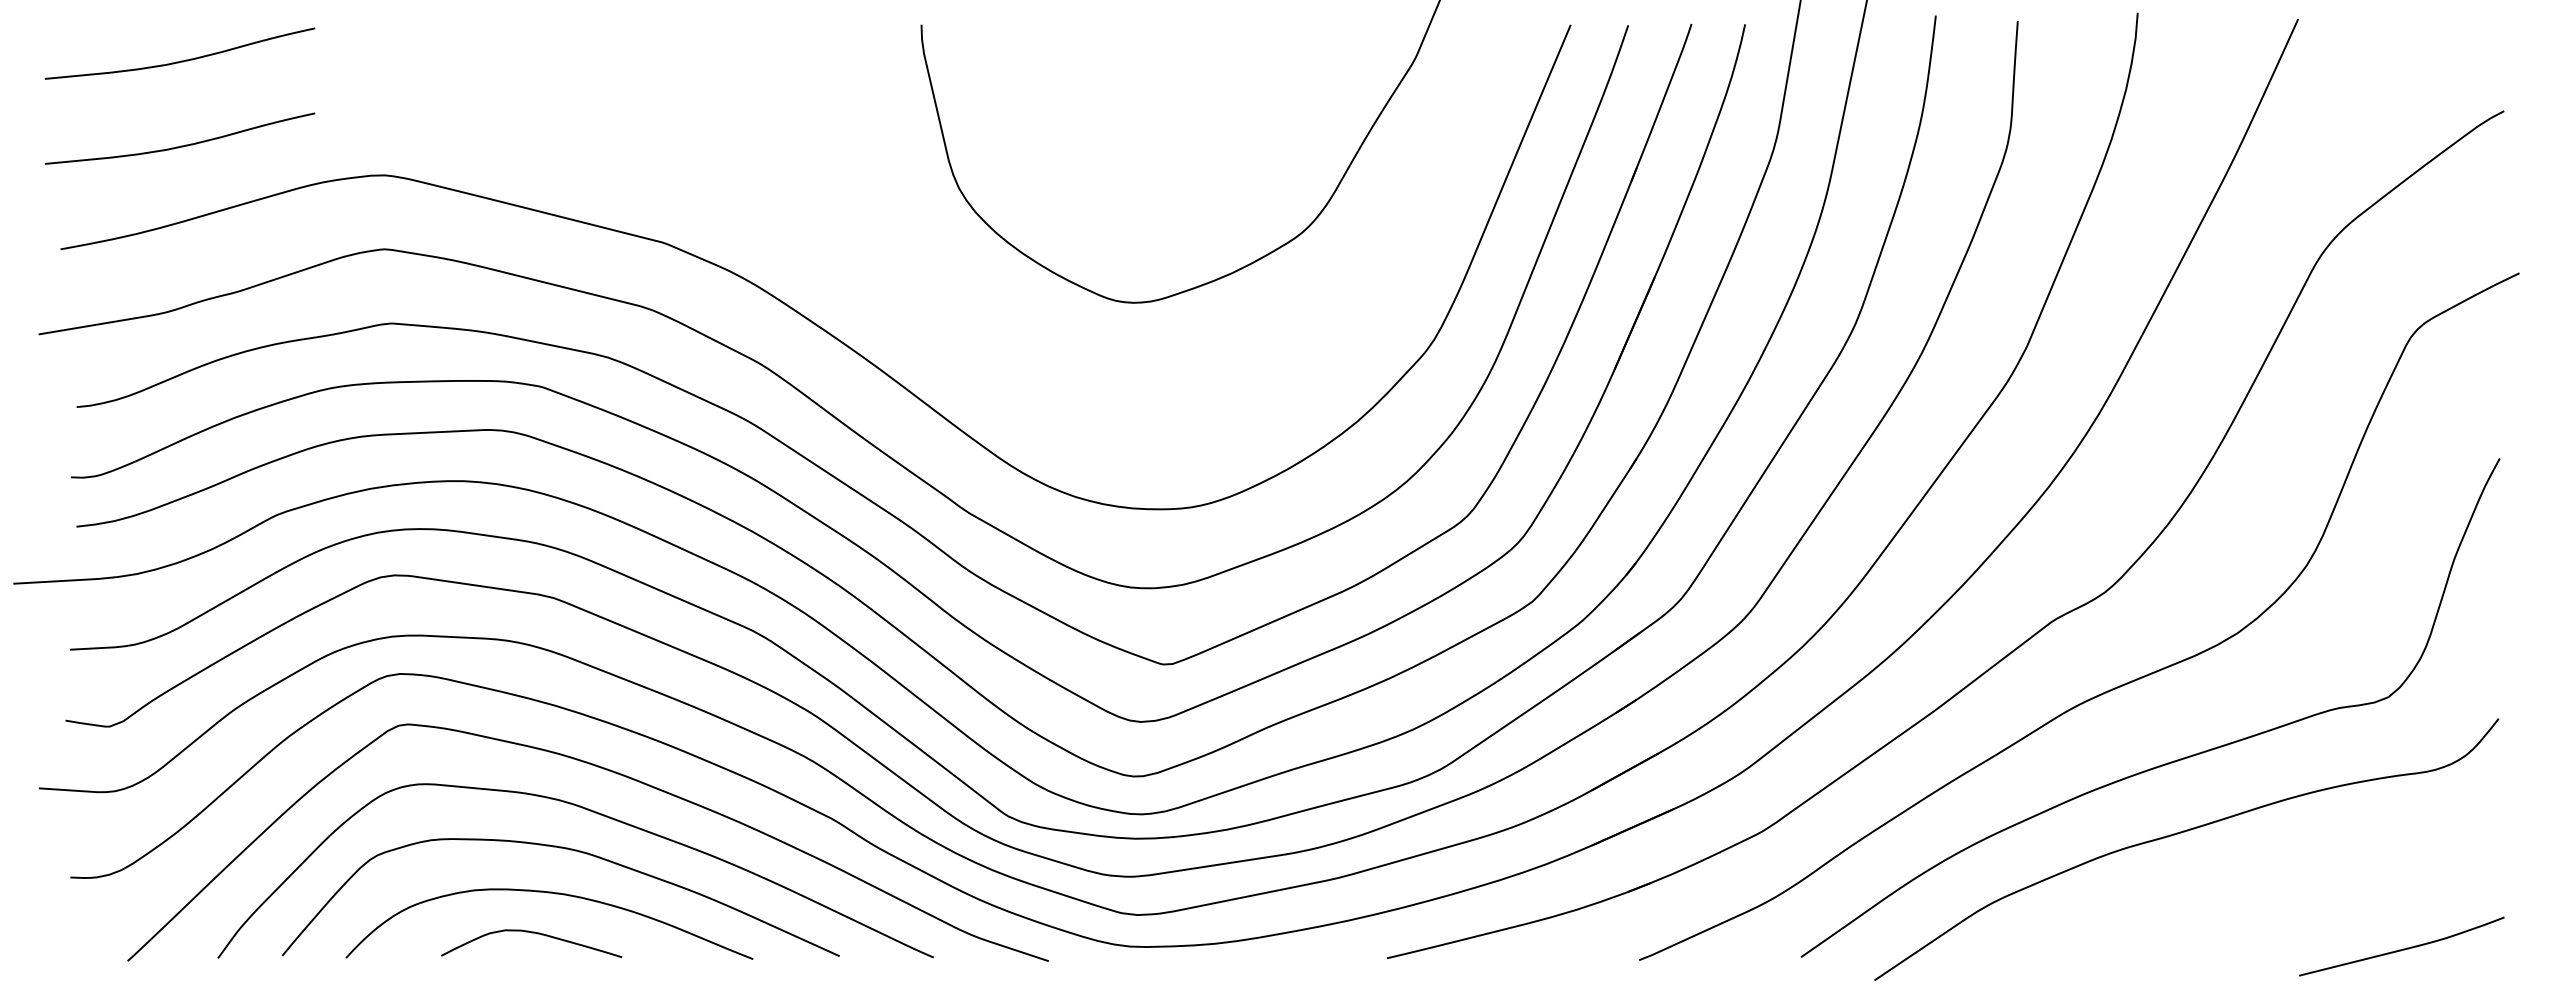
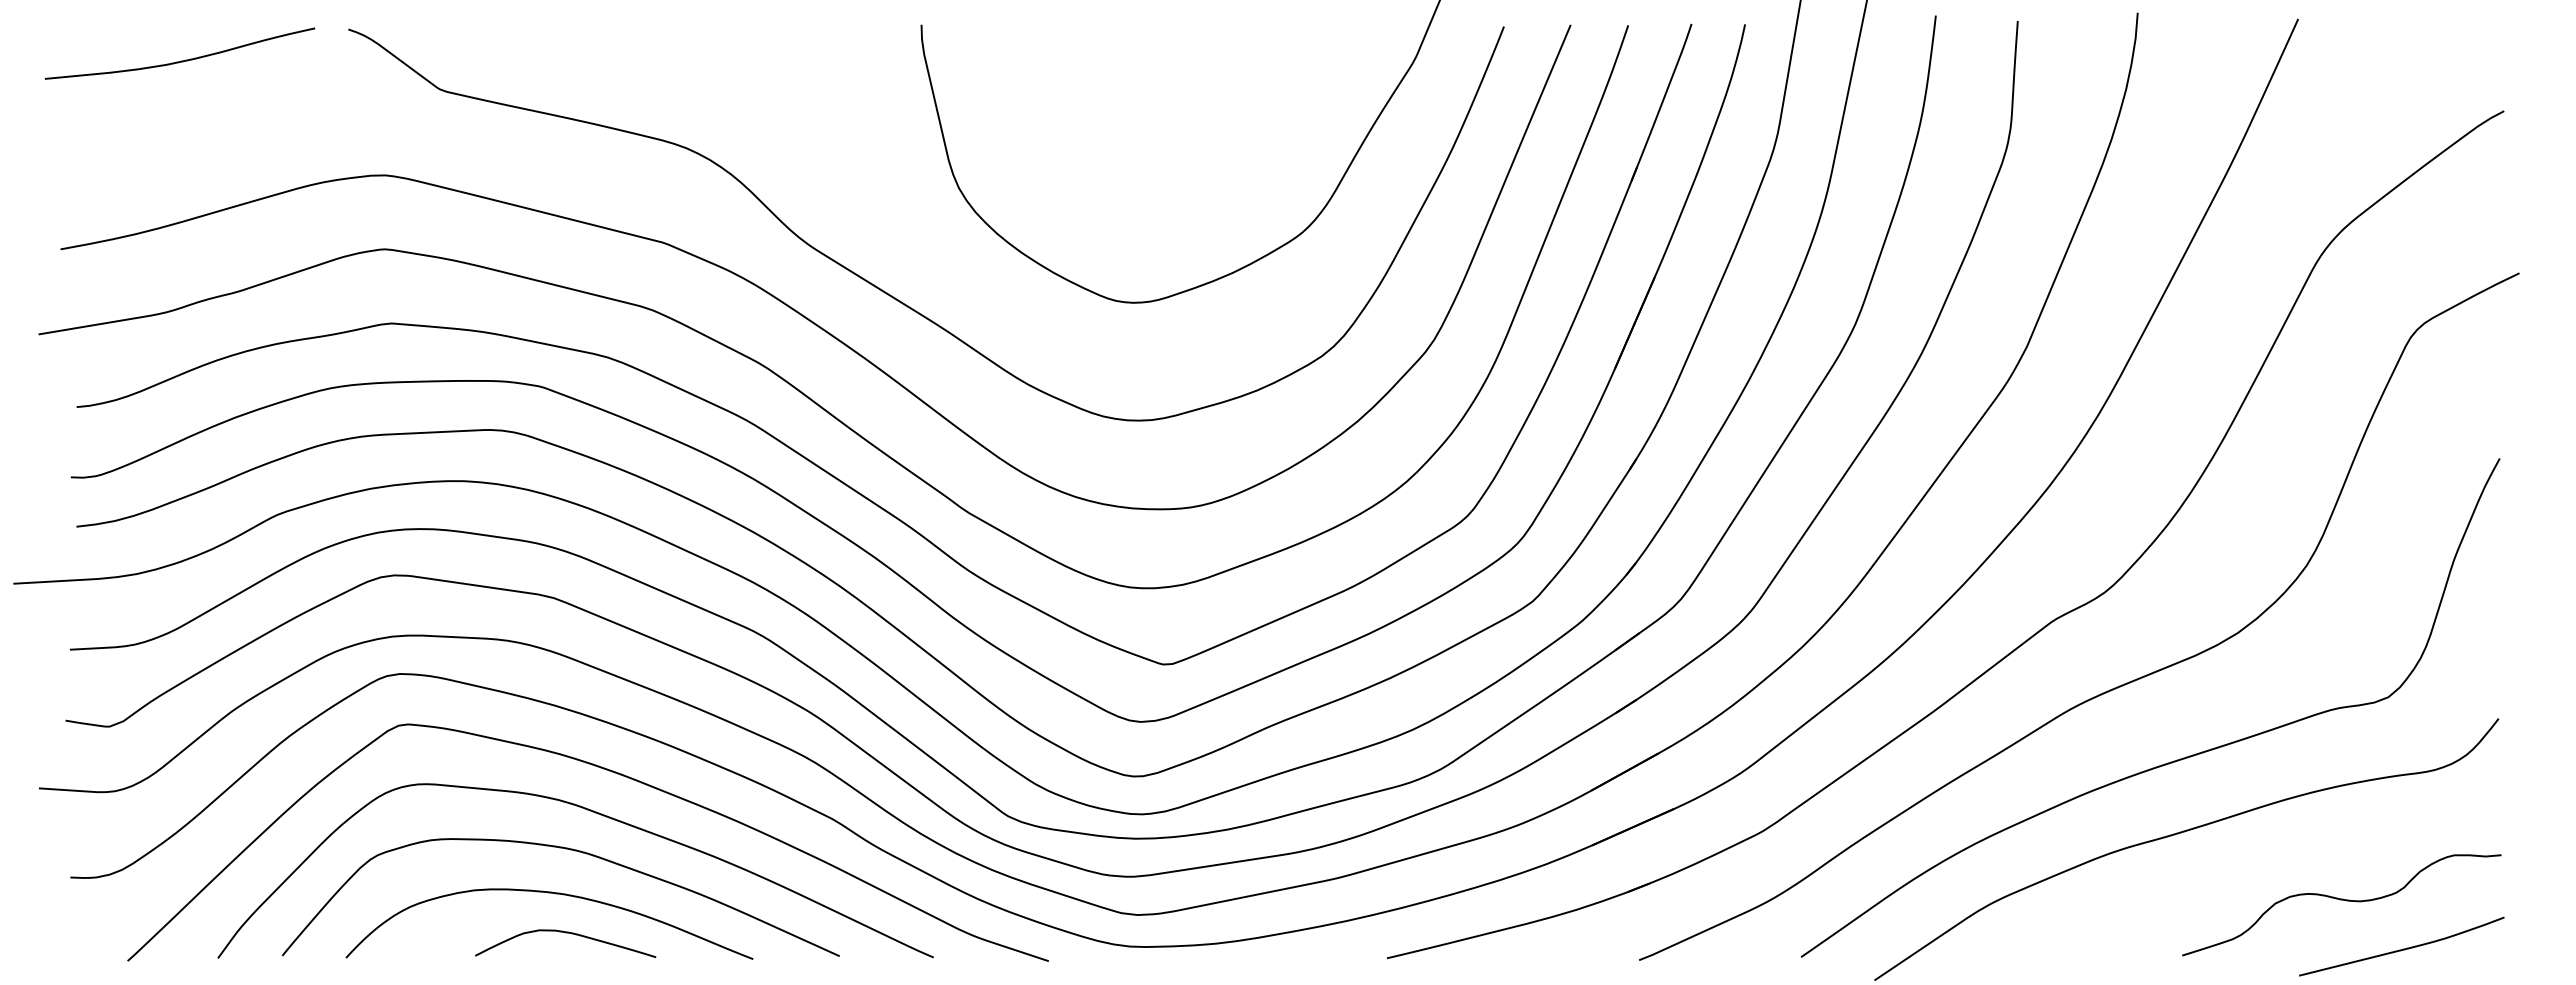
curve at (181, 145): present -> none
curve at (887, 292): none -> present
curve at (2341, 900): none -> present
curve at (531, 933) position: (531, 933) -> (565, 933)
